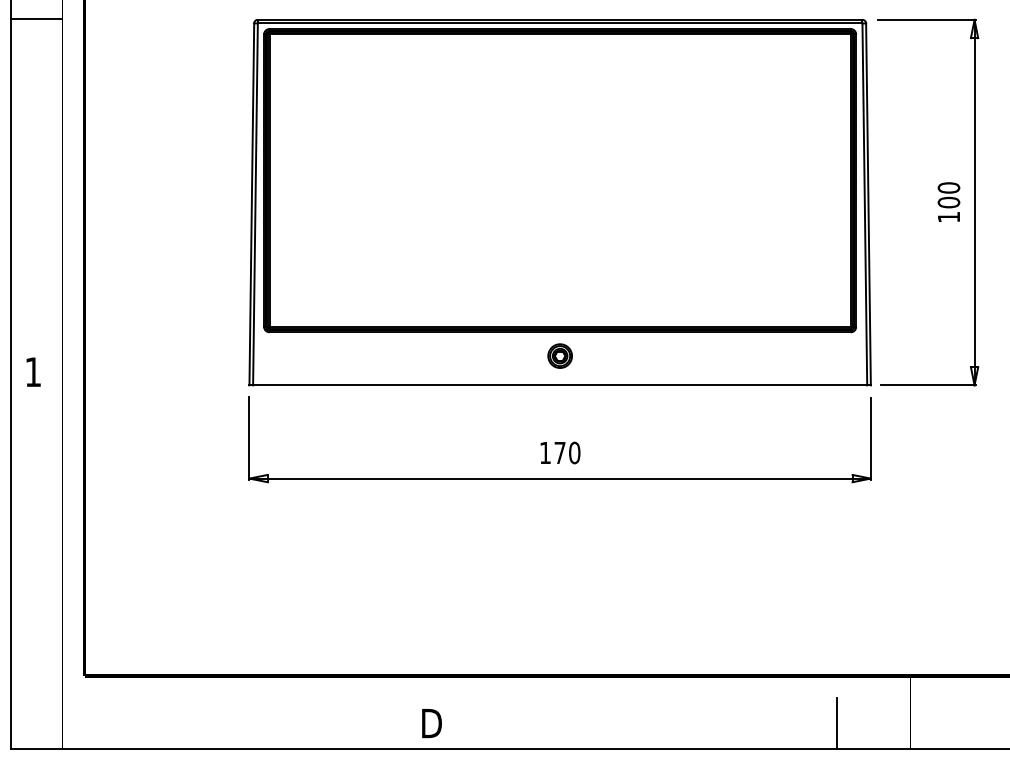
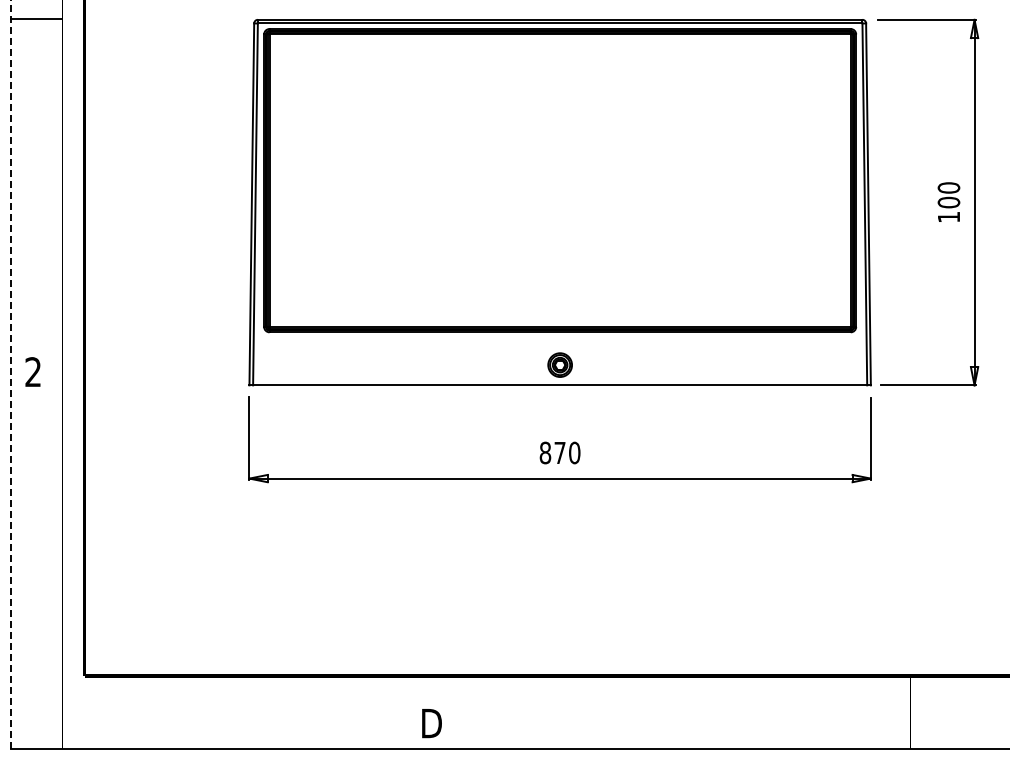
part at (559, 355) position: (559, 355) -> (559, 364)
text at (32, 371): 1 -> 2
line at (11, 374): solid -> dashed
text at (545, 452): 170 -> 870
line at (837, 723): present -> none
